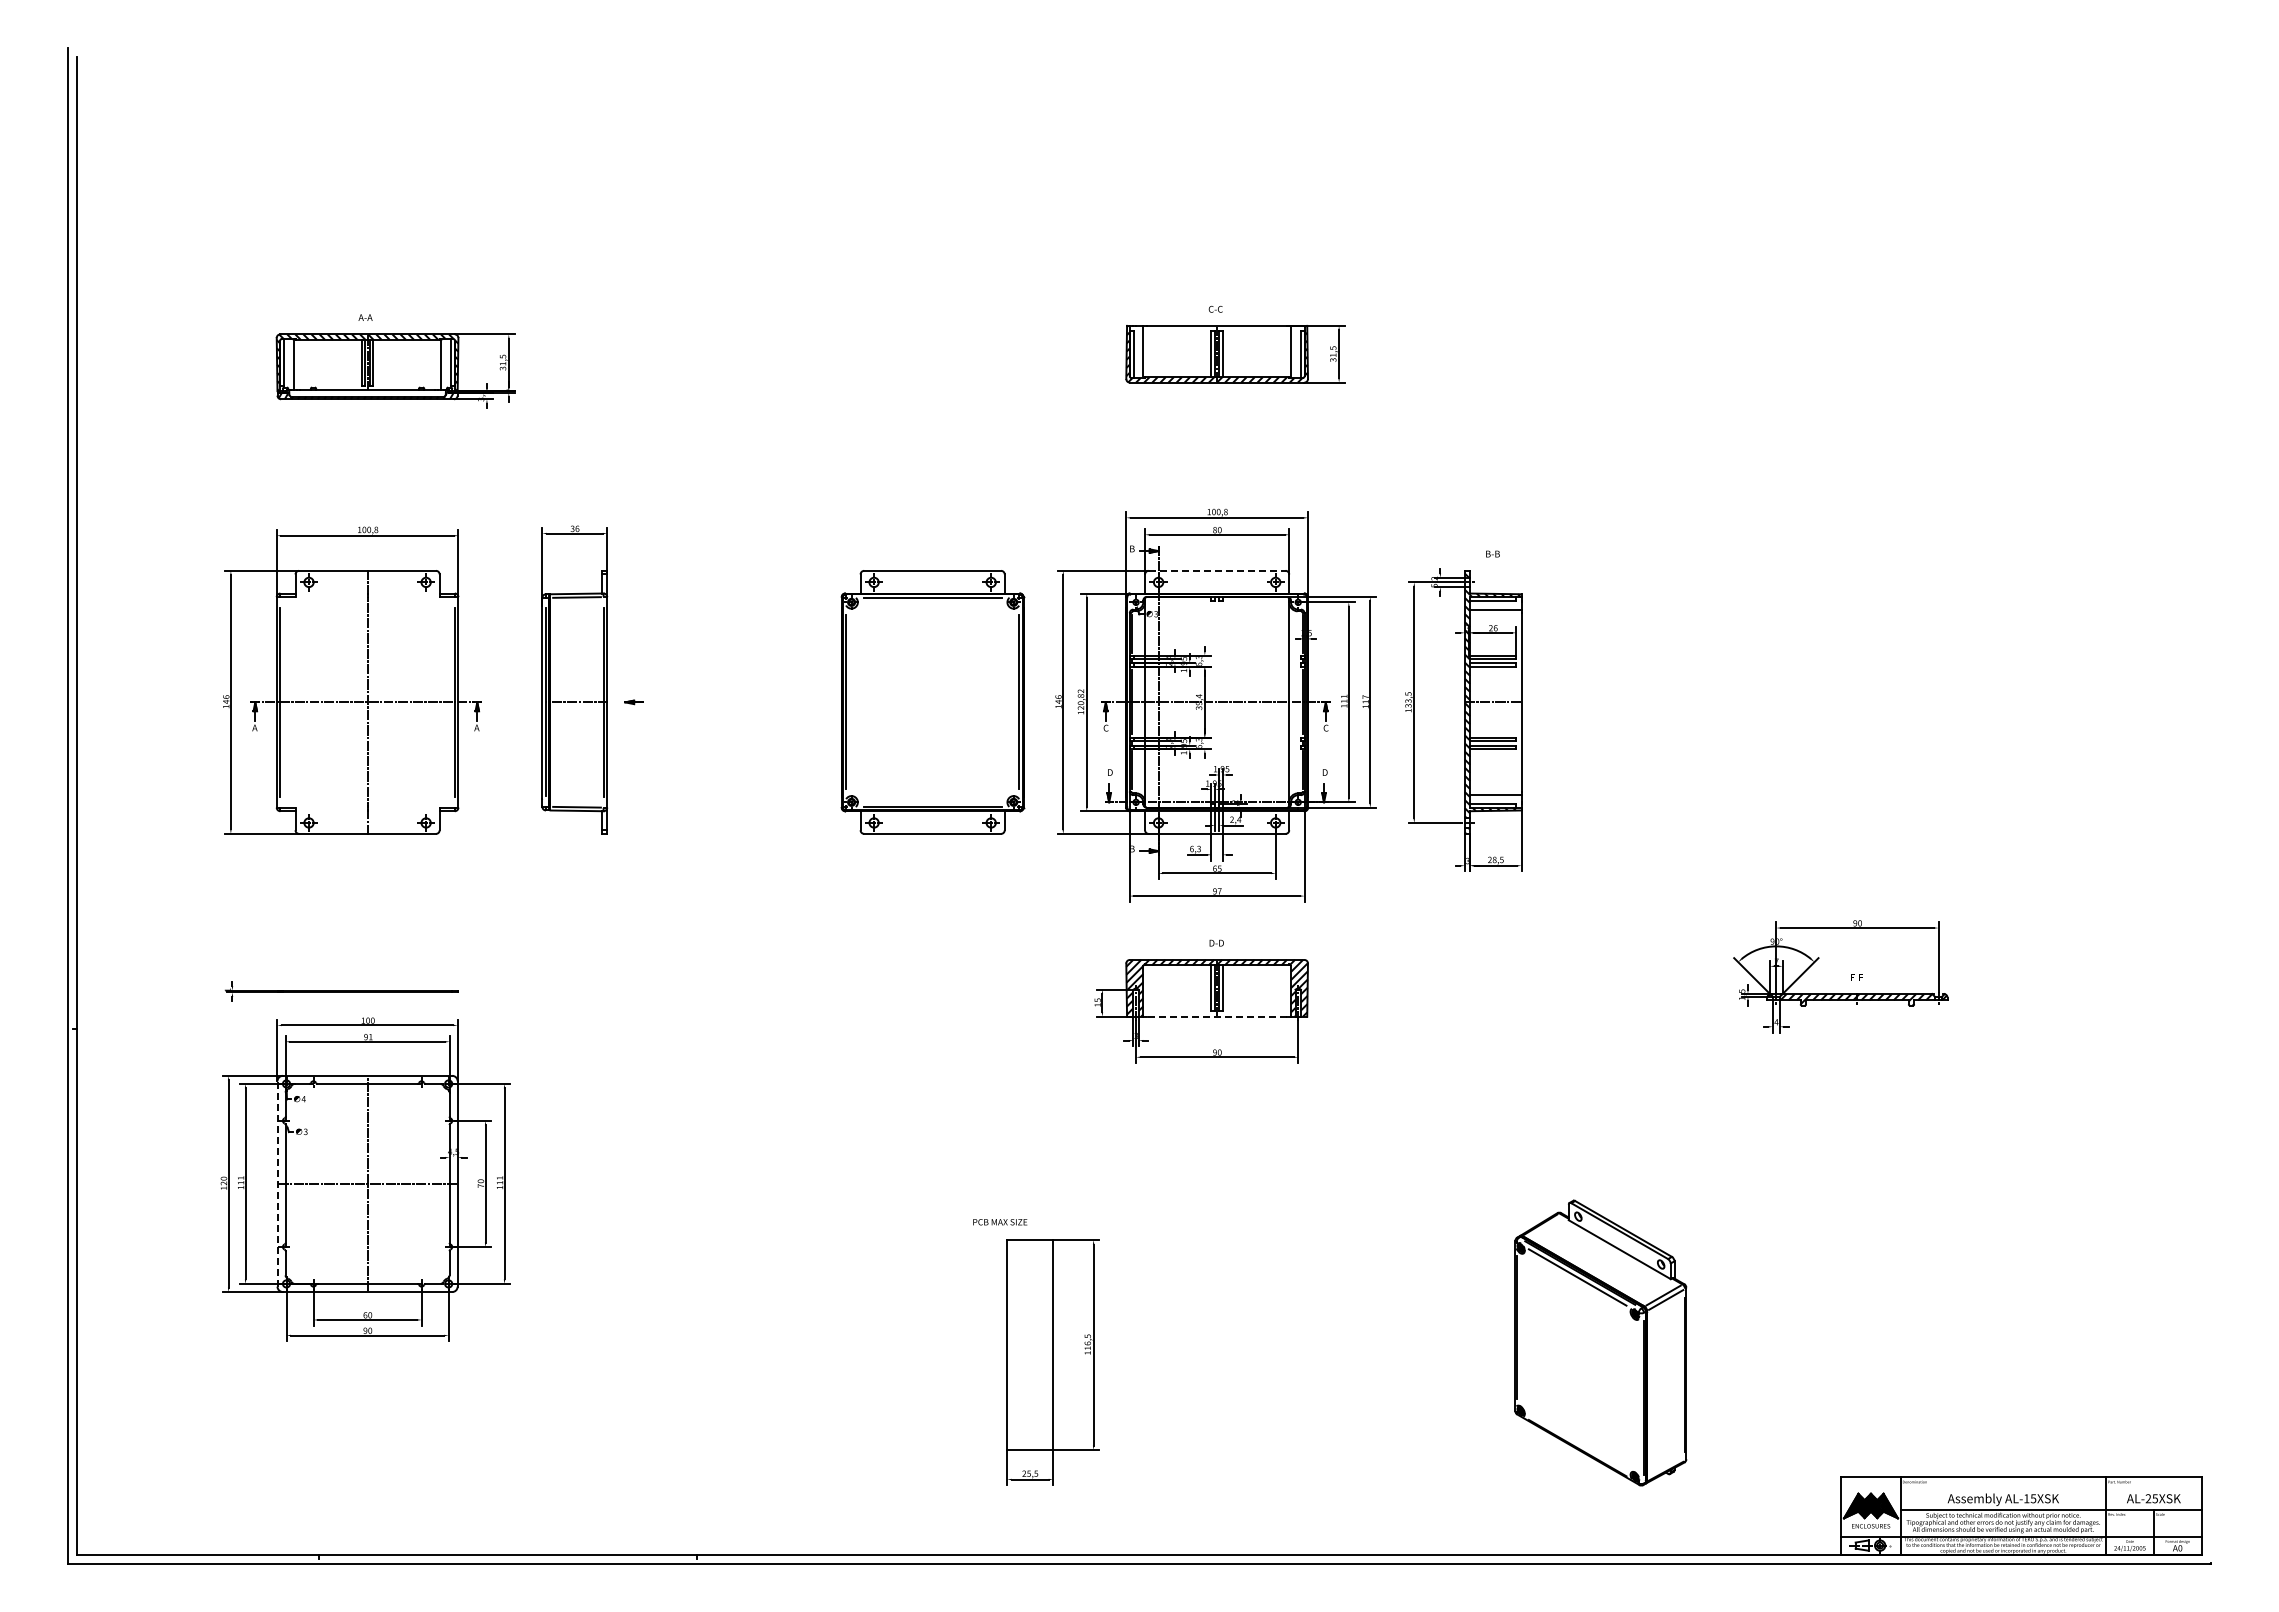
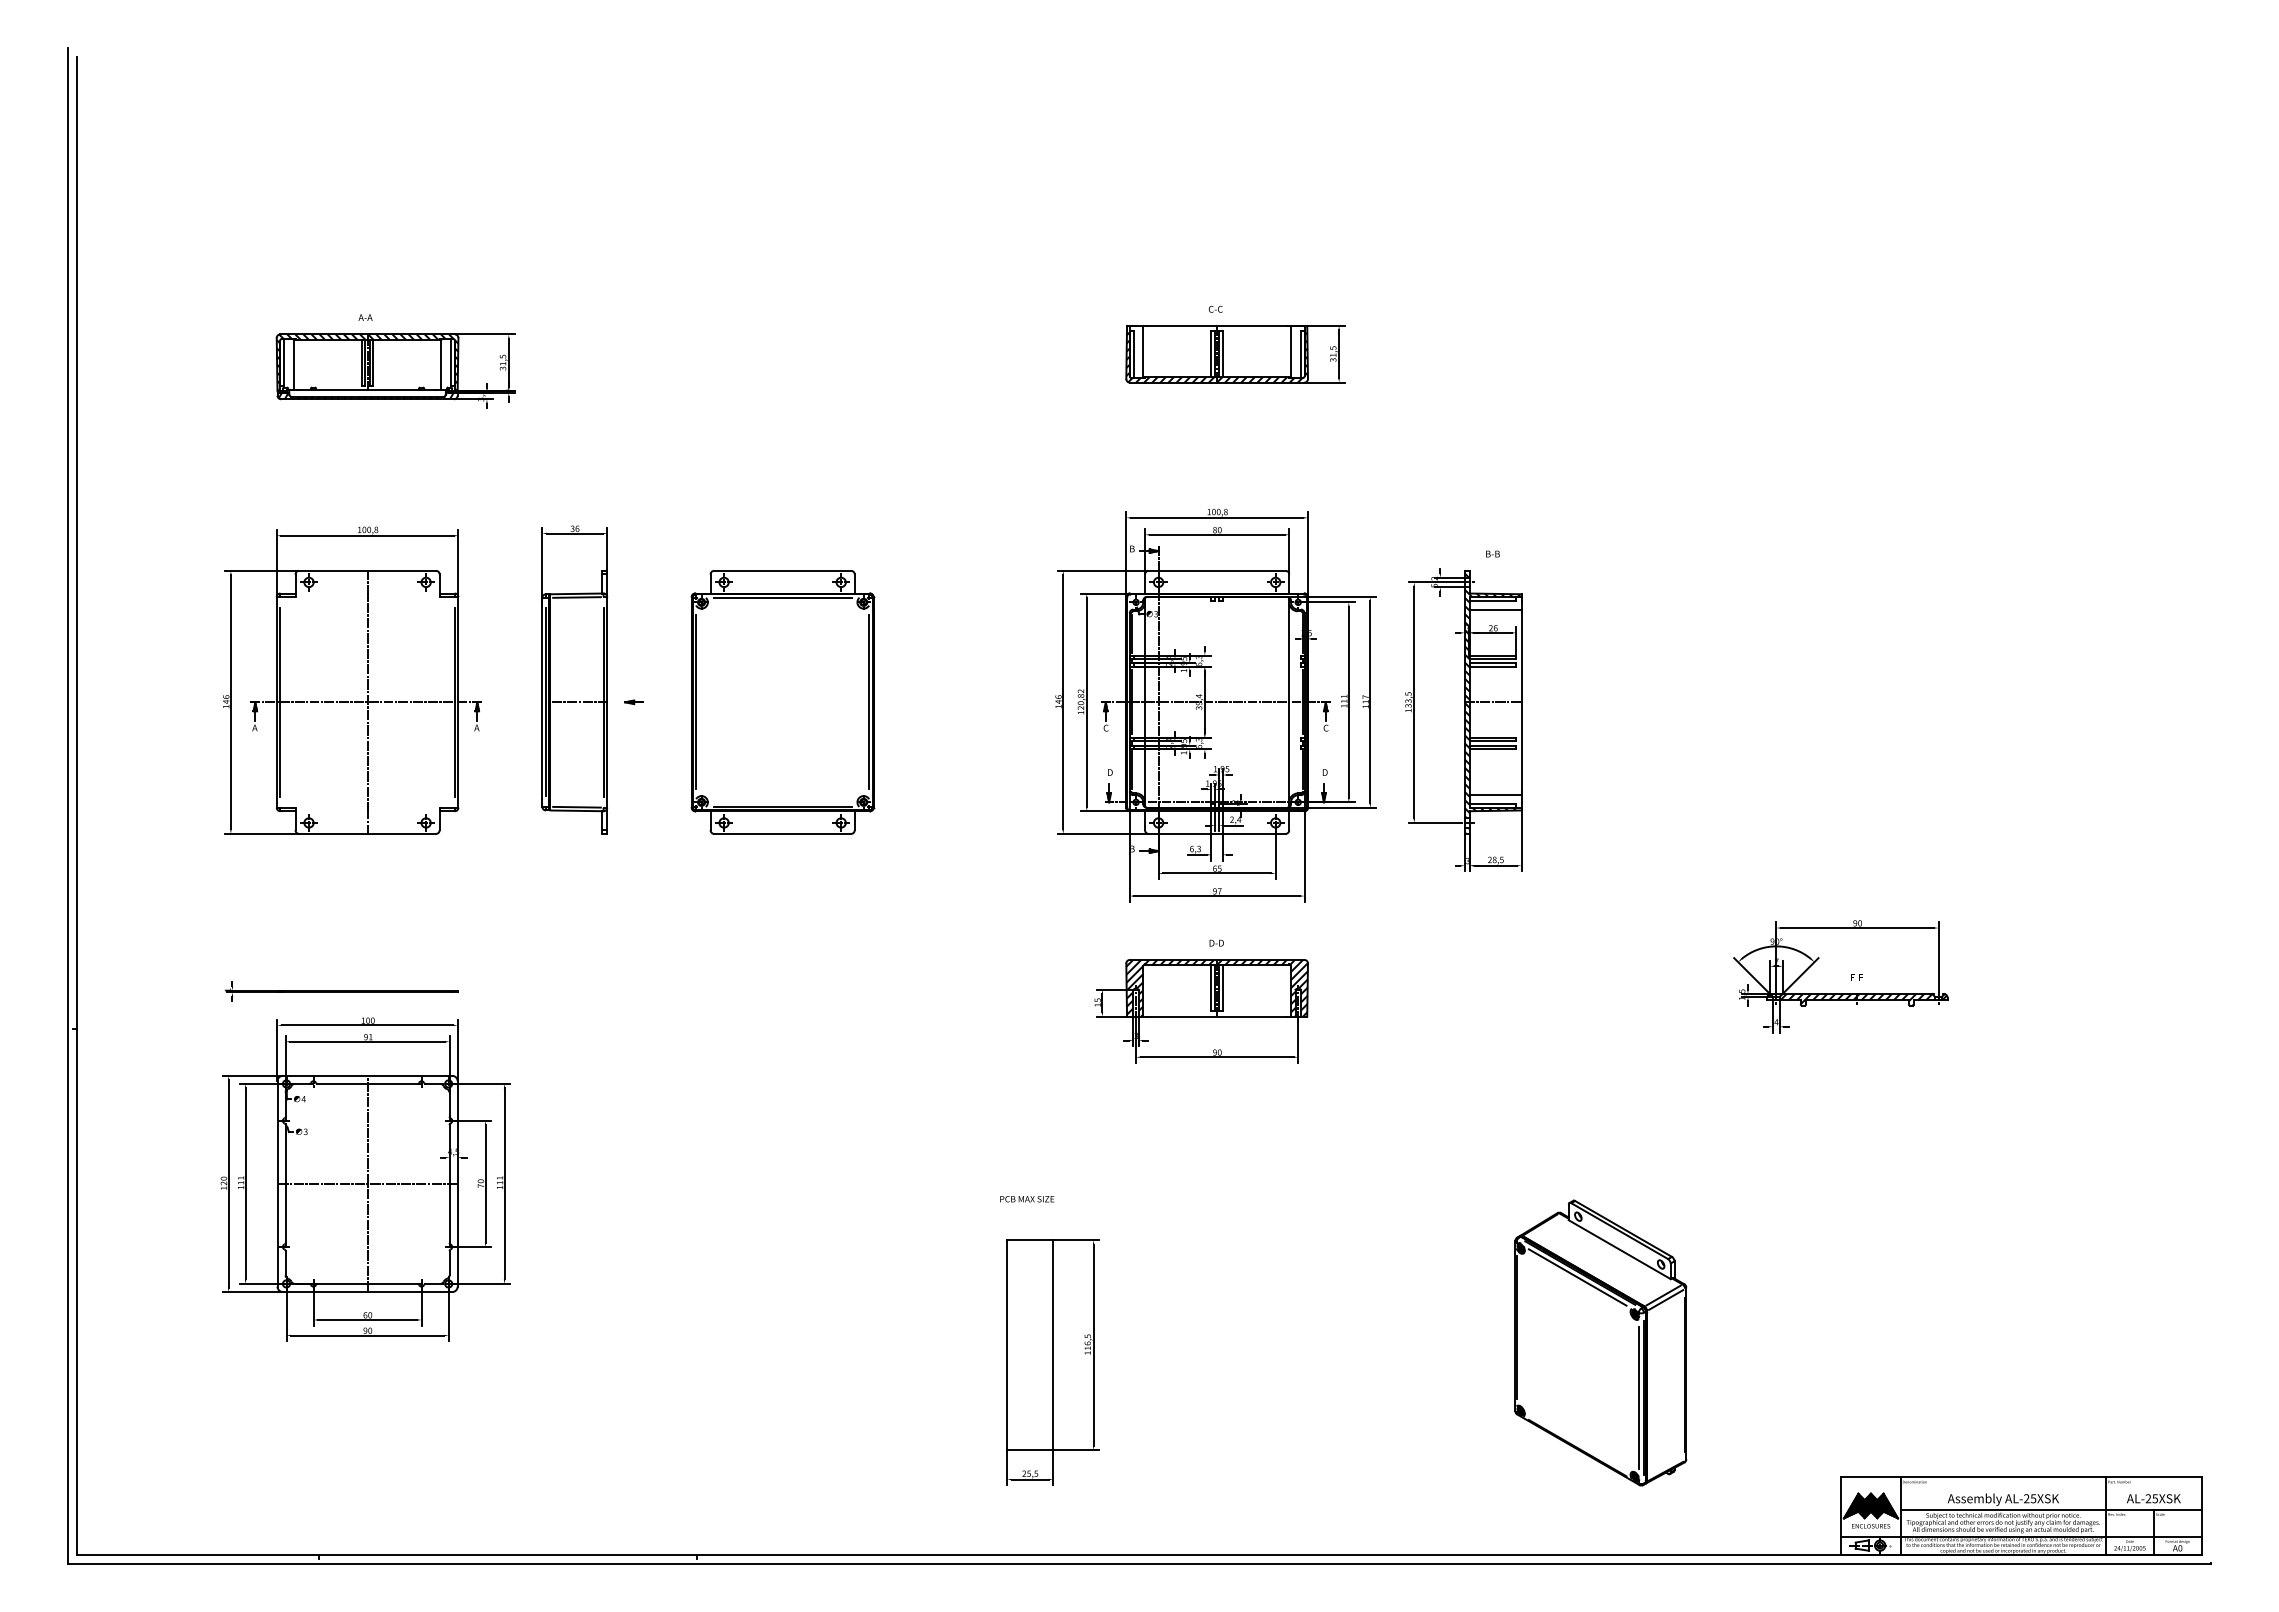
line at (1217, 570): dashed -> solid
part at (932, 702) position: (932, 702) -> (782, 702)
line at (1216, 1016): dashed -> solid
line at (277, 1183): dashed -> solid
text at (1000, 1222) position: (1000, 1222) -> (1027, 1199)
line at (1638, 1398): none -> present
text at (2026, 1498): AL-15XSK -> AL-25XSK
